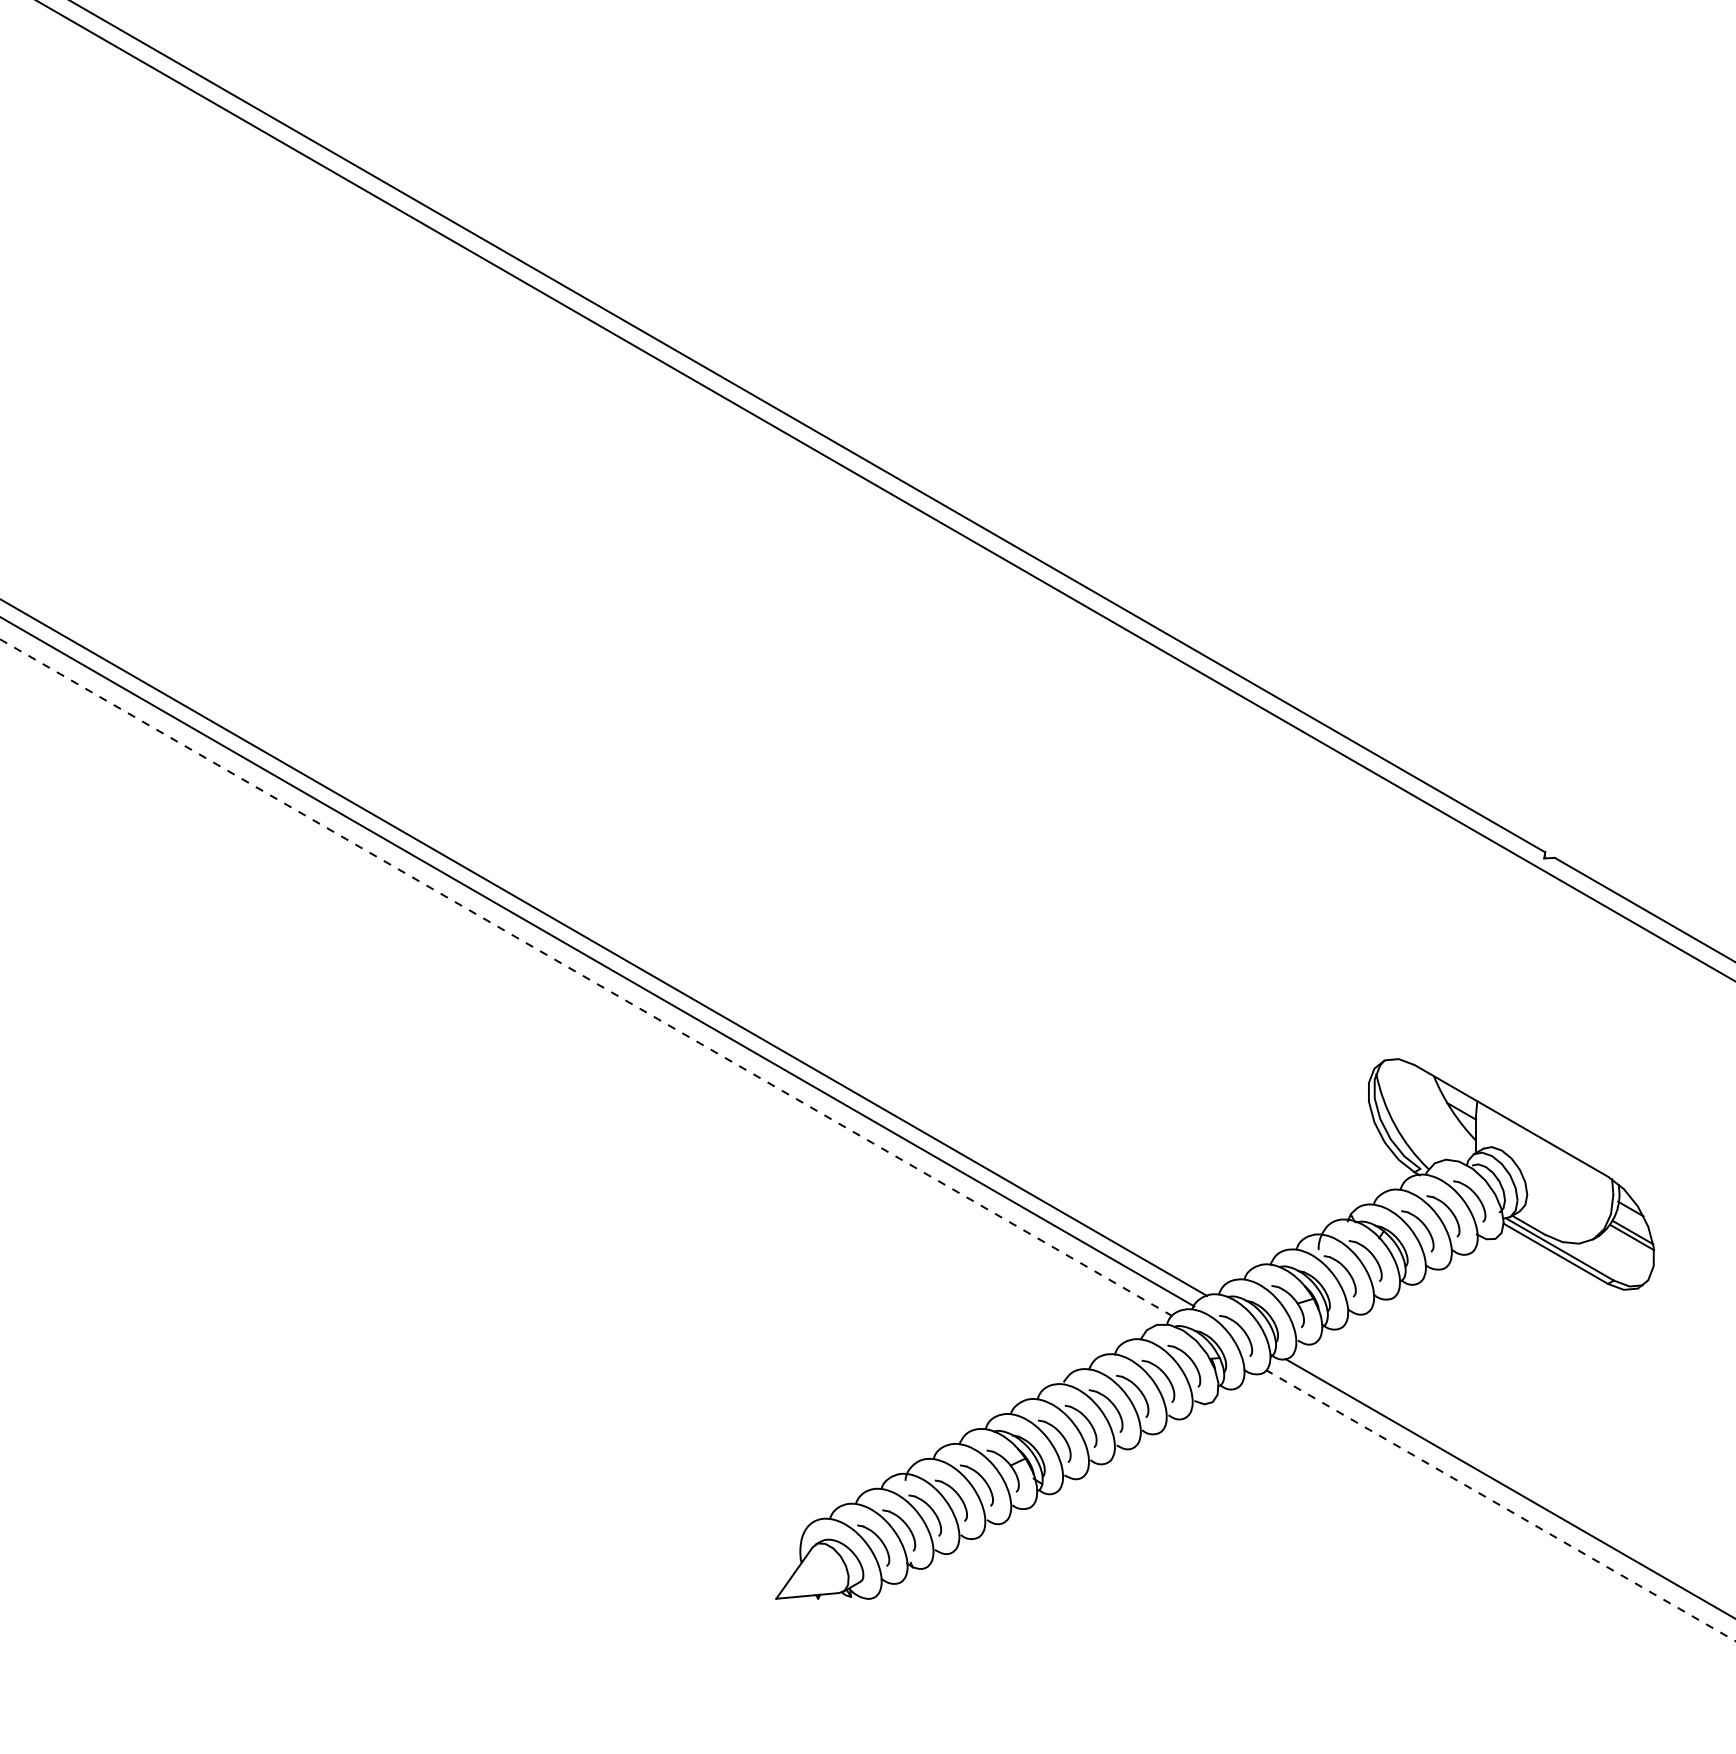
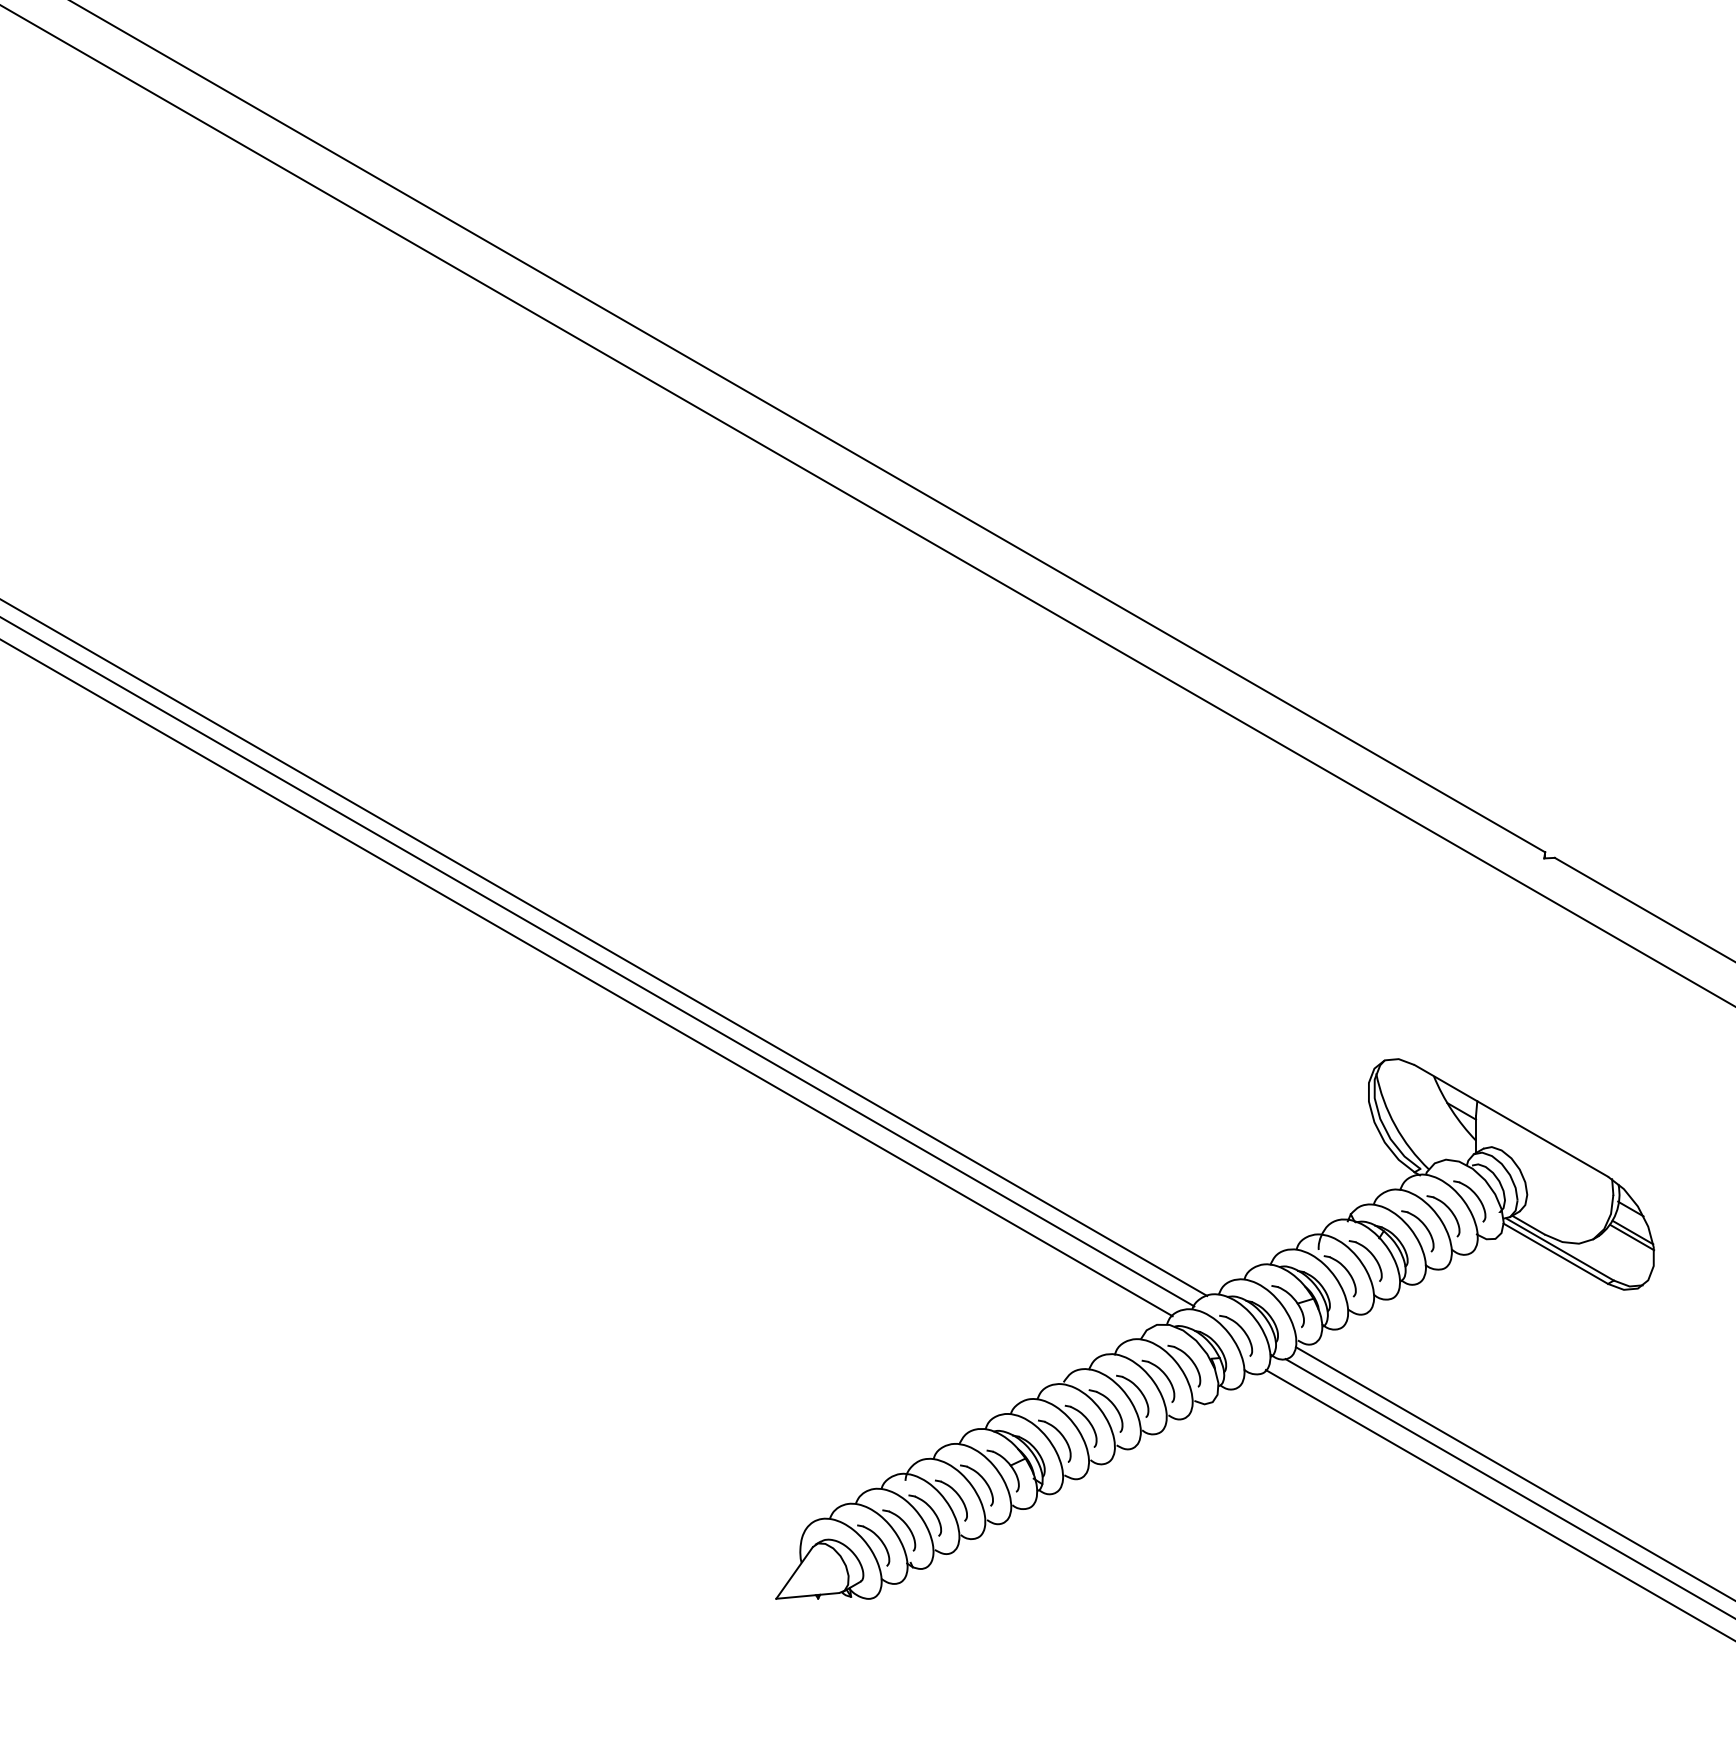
line at (885, 490) position: (885, 490) -> (867, 505)
line at (586, 977): dashed -> solid
line at (1513, 1473): none -> present
line at (1500, 1505): dashed -> solid
